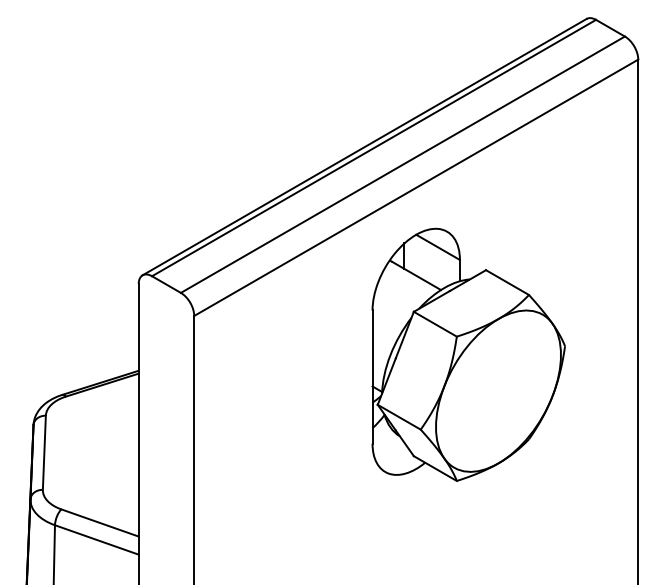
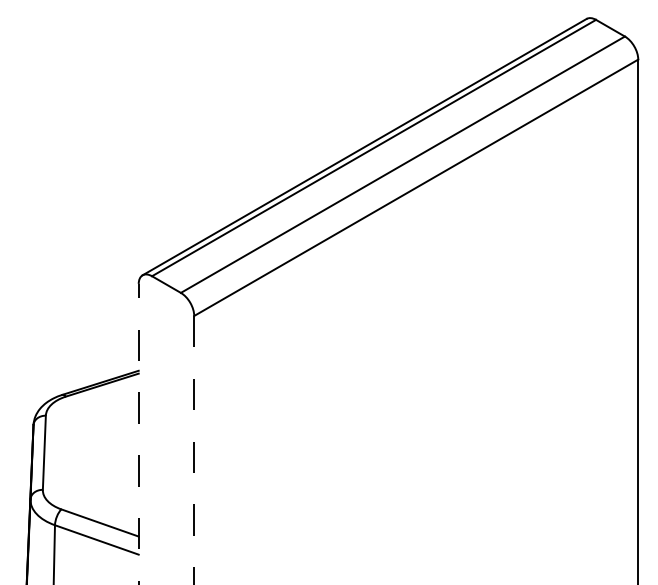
part at (468, 354): present -> none
line at (138, 433): solid -> dashed
line at (194, 450): solid -> dashed
